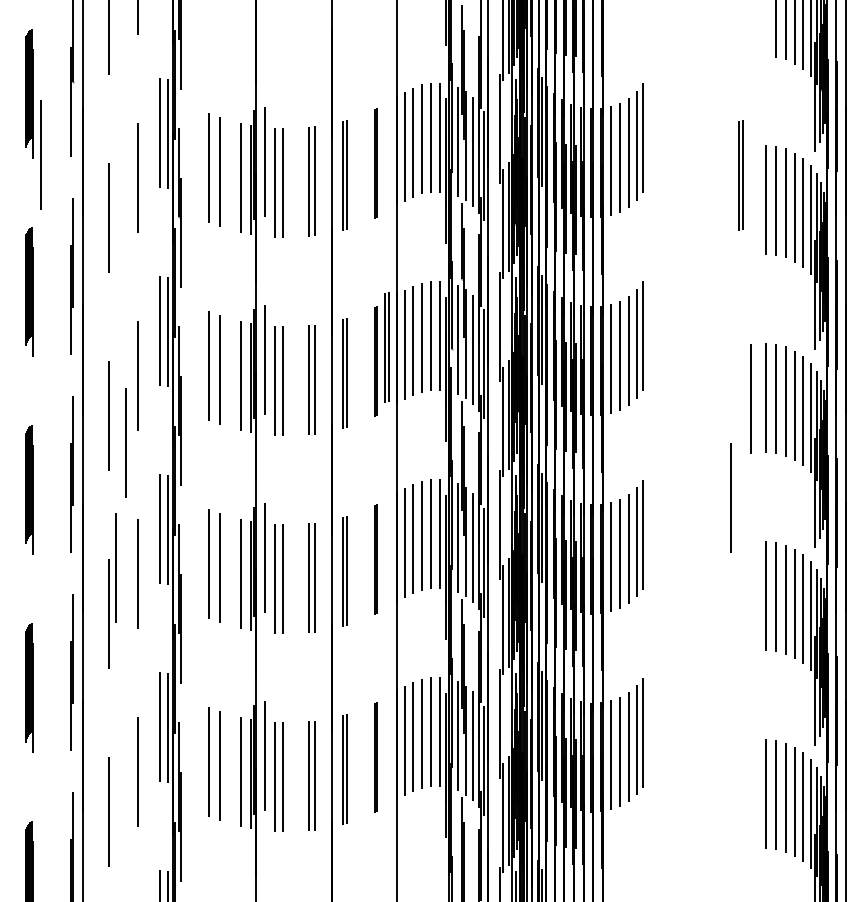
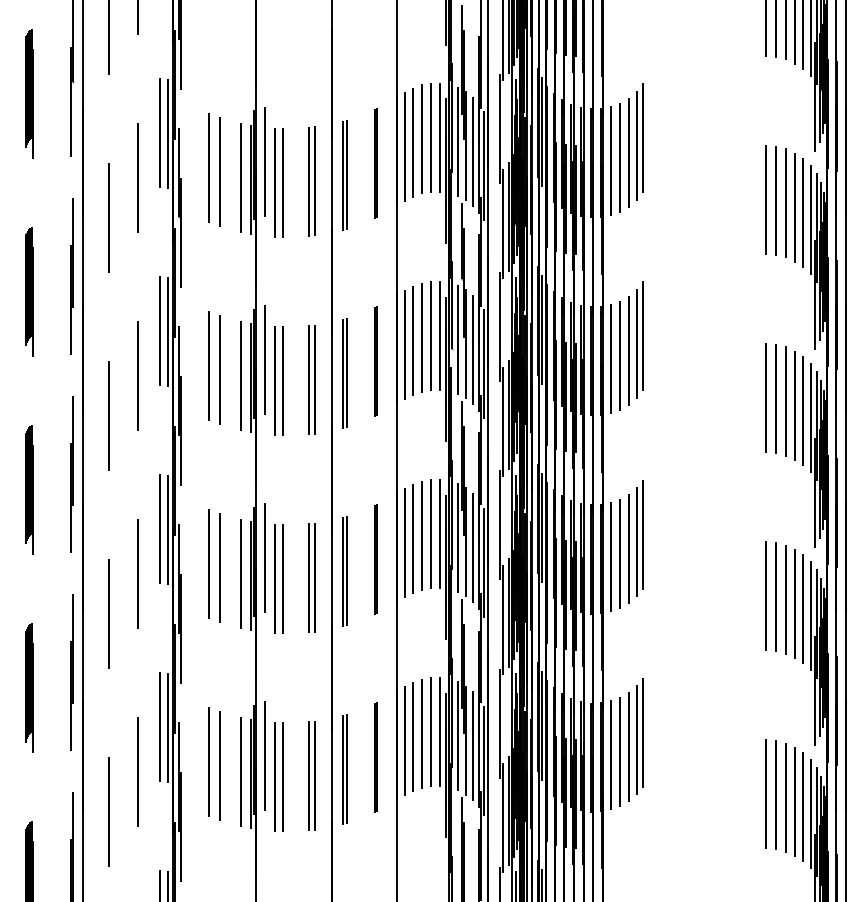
line at (765, 29): none -> present
line at (40, 154): present -> none
part at (740, 175): present -> none
part at (386, 347): present -> none
line at (750, 398): present -> none
line at (125, 442): present -> none
line at (730, 497): present -> none
line at (115, 567): present -> none
